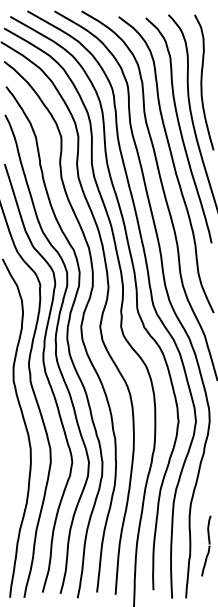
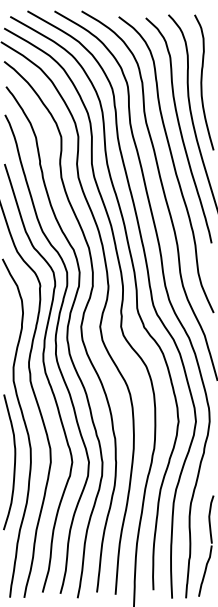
curve at (14, 462): none -> present
part at (206, 545) size: 11x62 px -> 17x102 px
